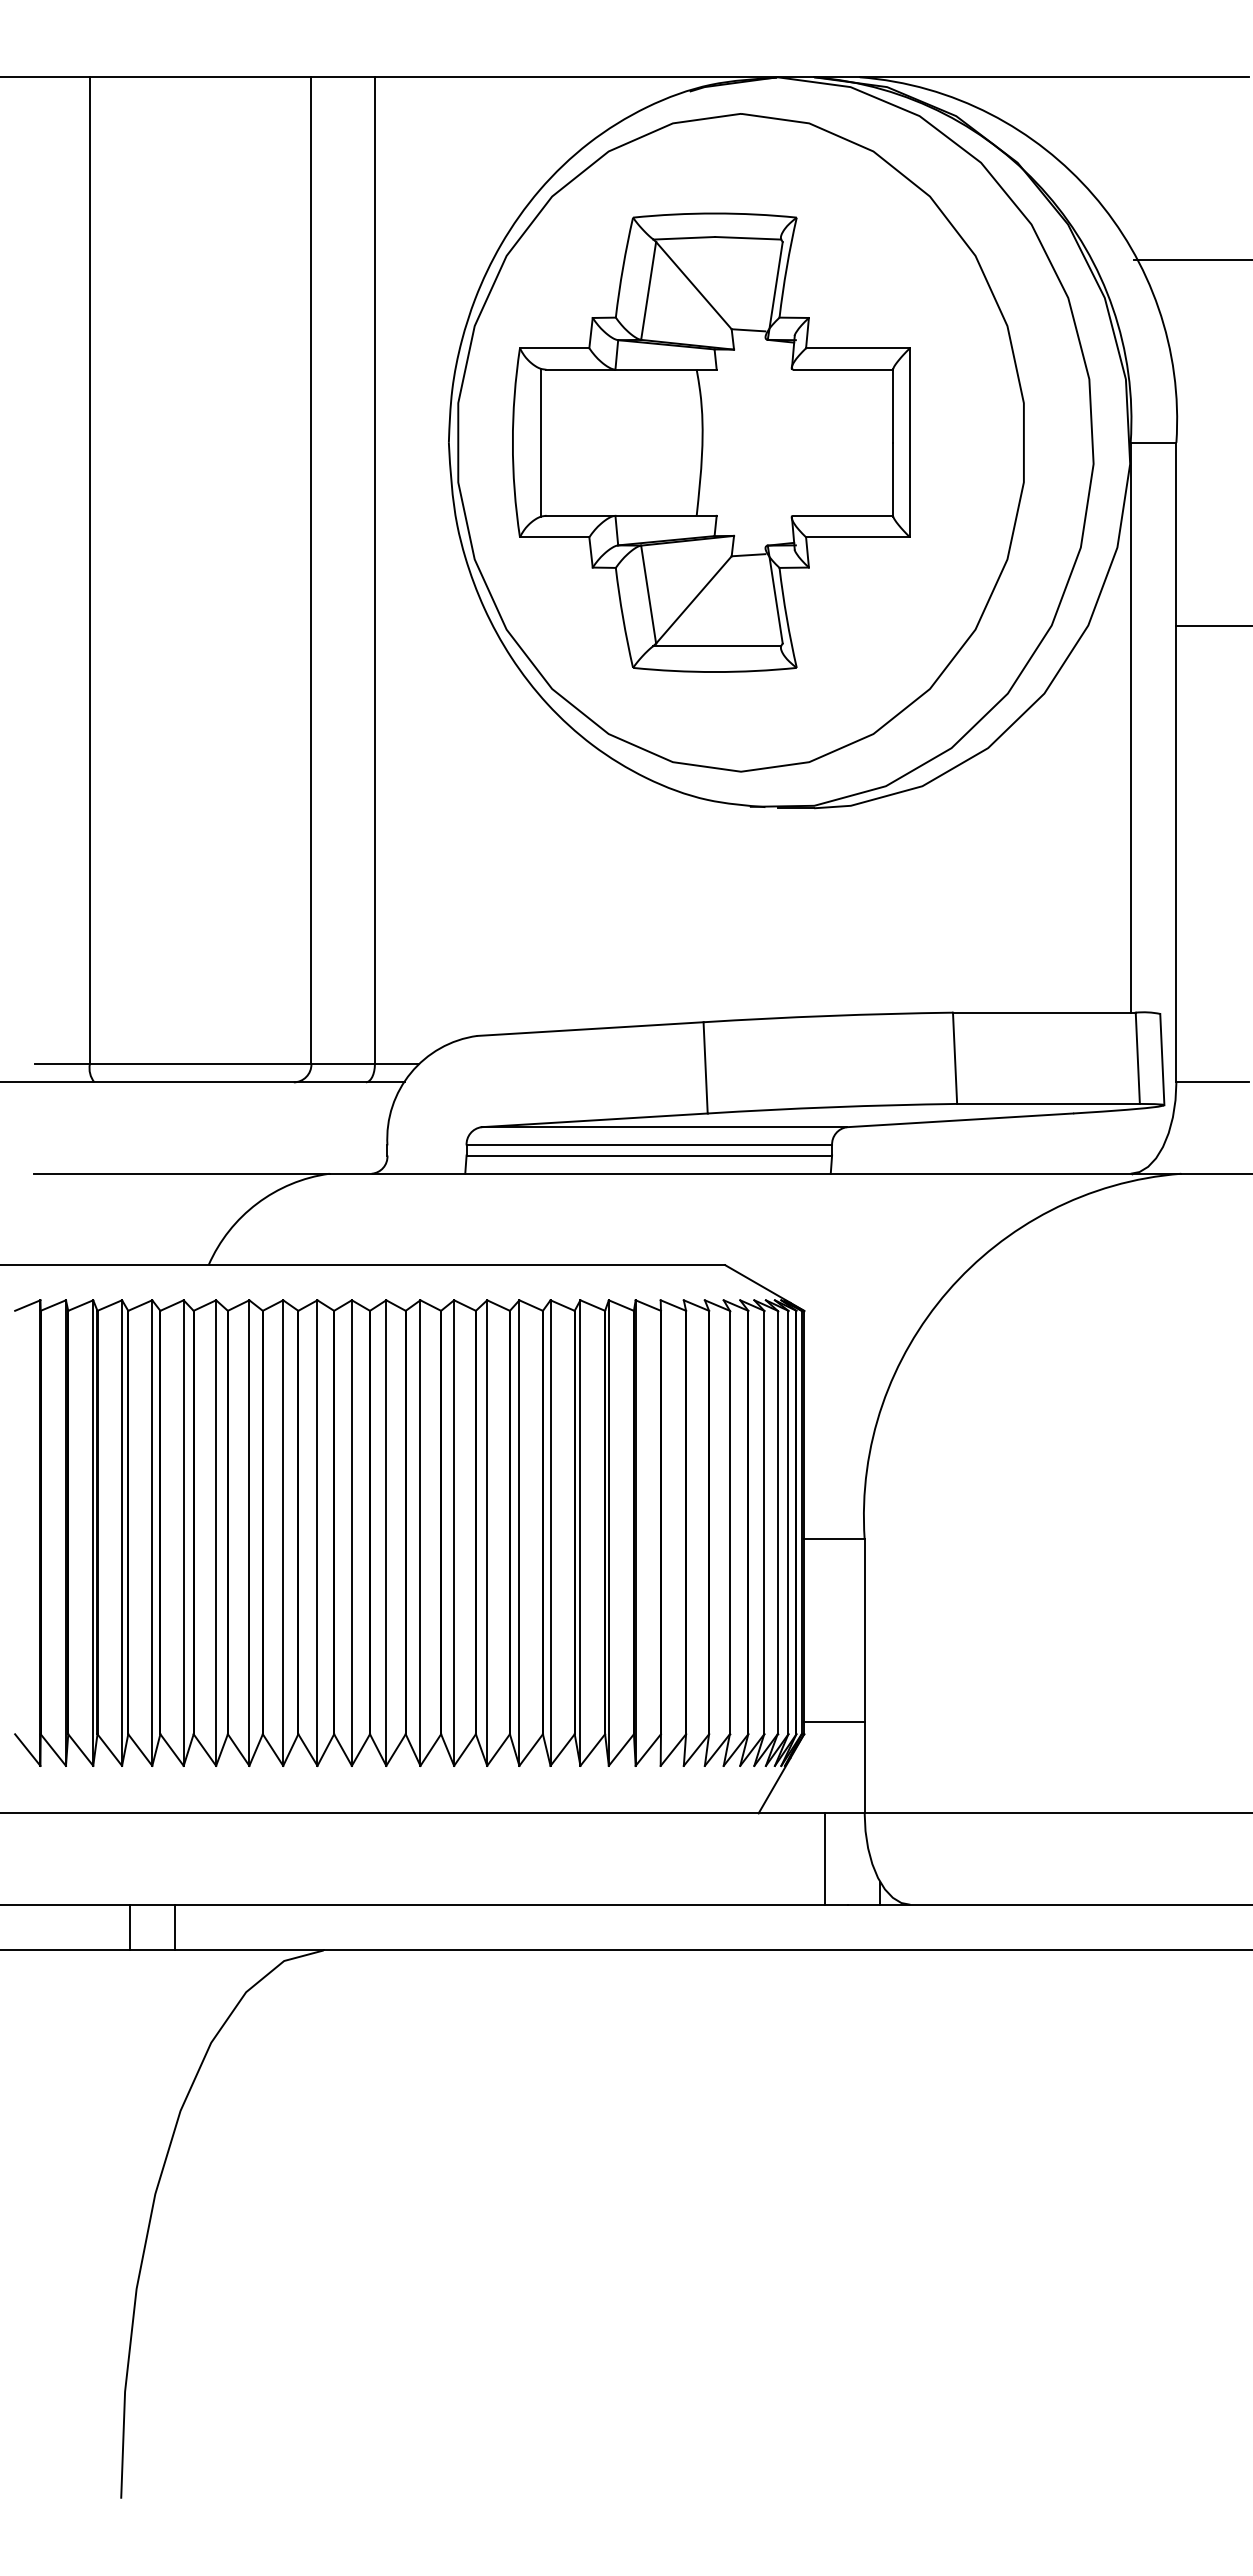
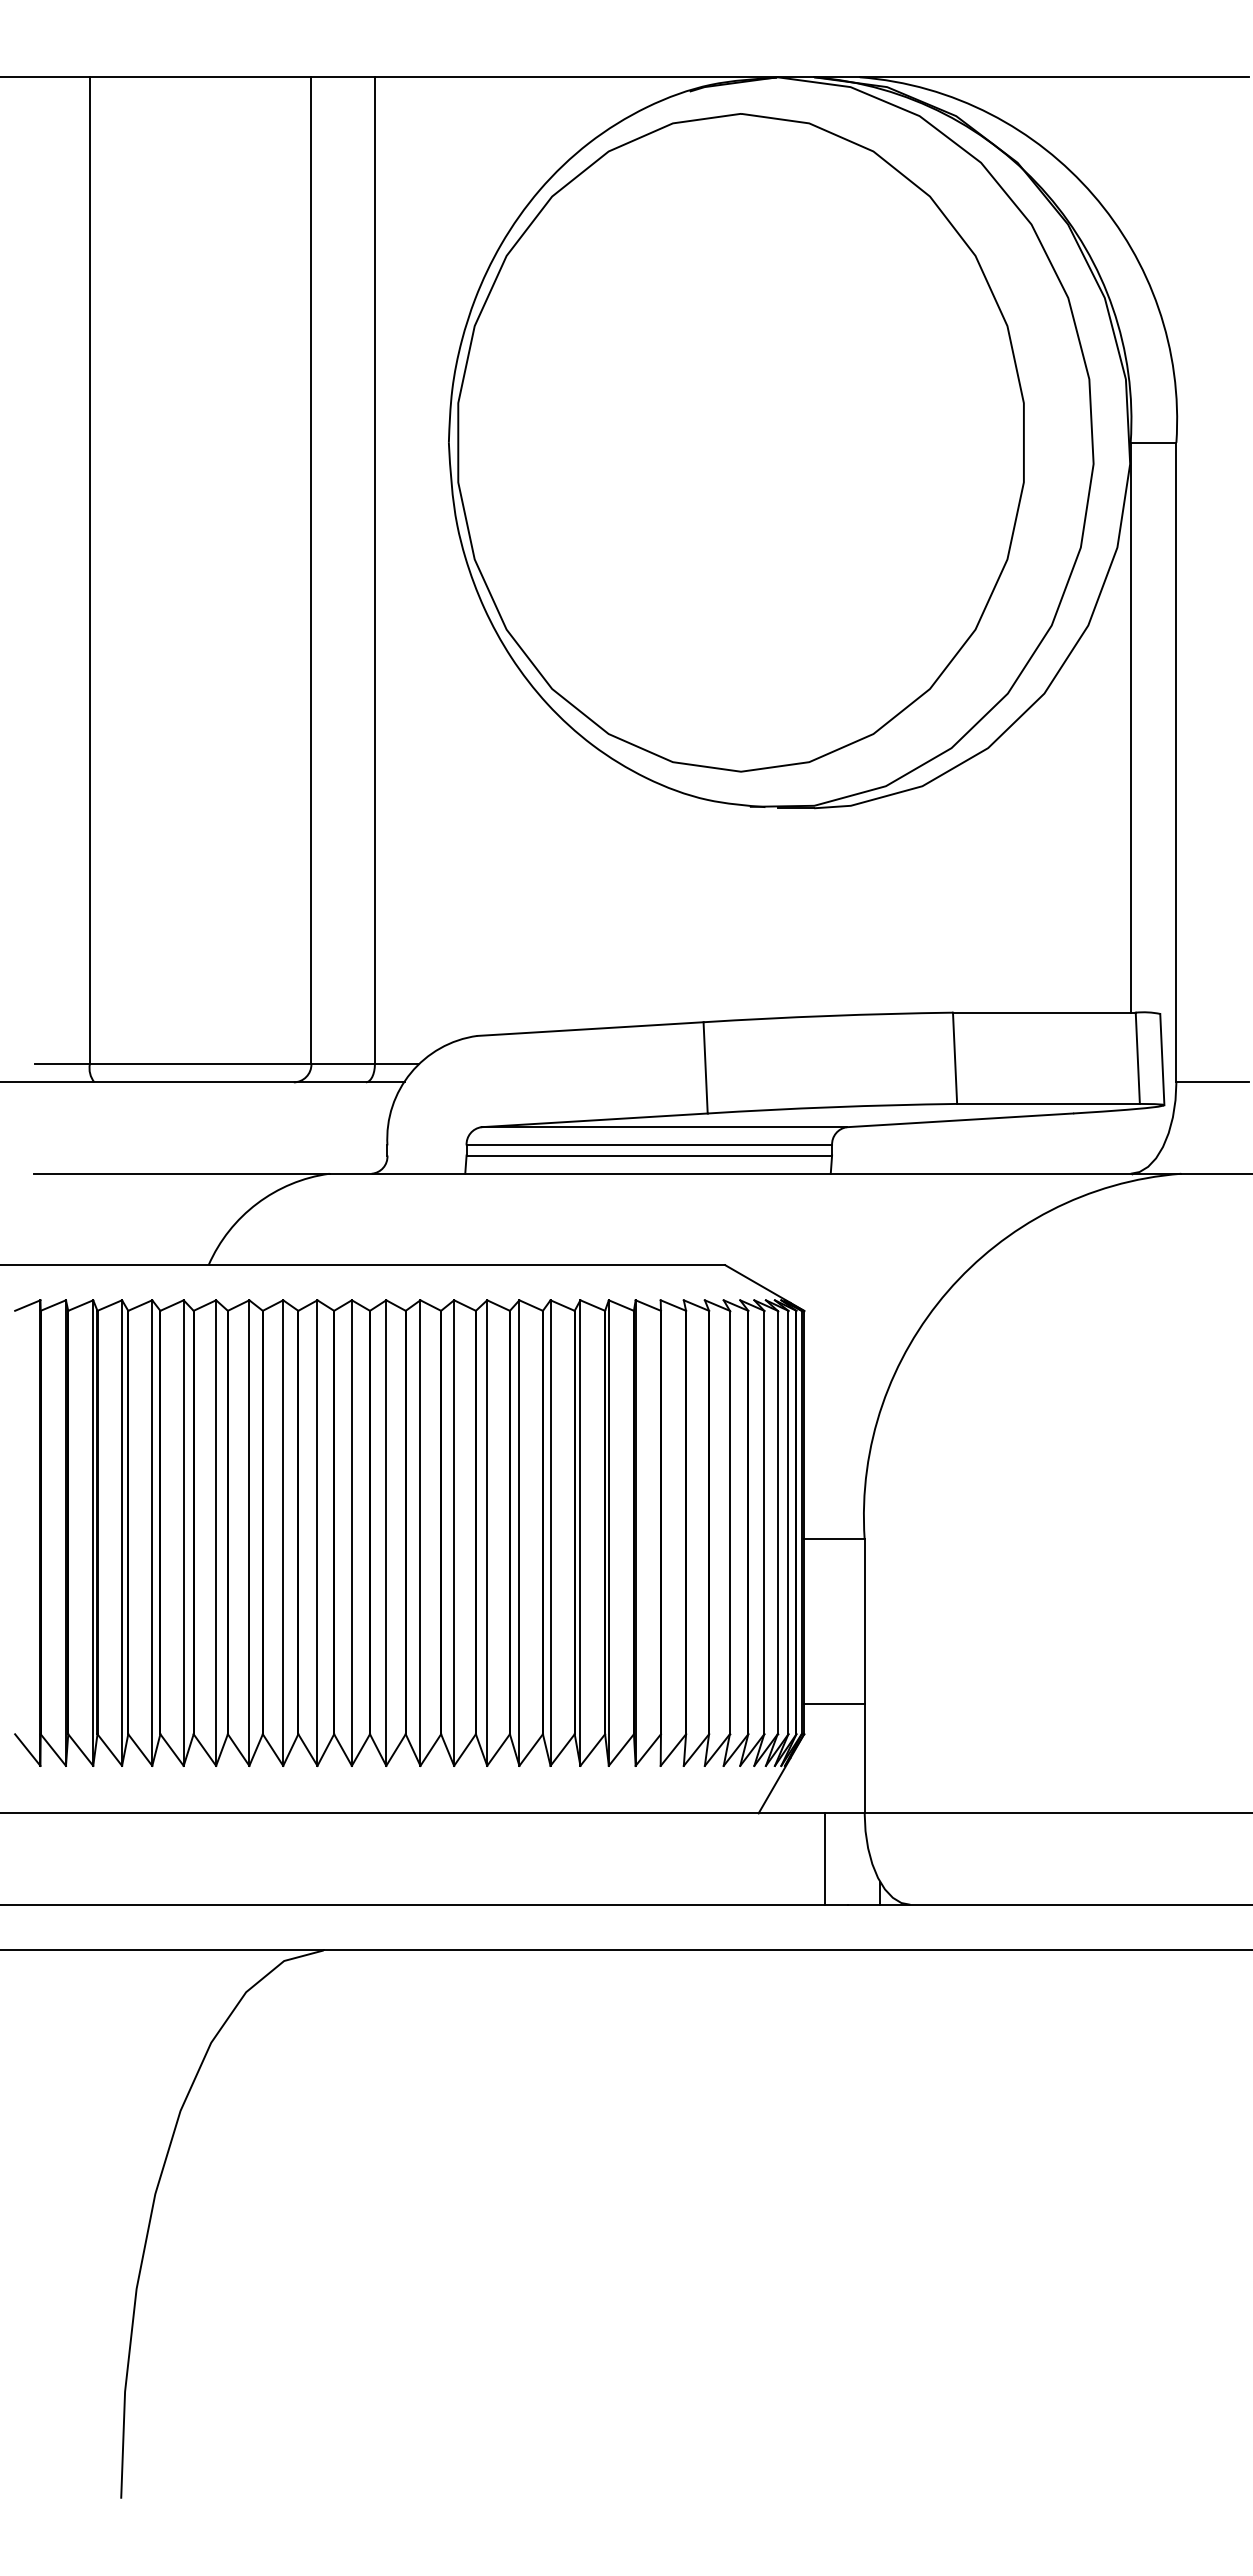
line at (1191, 260): present -> none
part at (711, 442): present -> none
line at (1212, 625): present -> none
line at (834, 1722) position: (834, 1722) -> (834, 1704)
line at (129, 1927): present -> none
line at (175, 1927): present -> none
